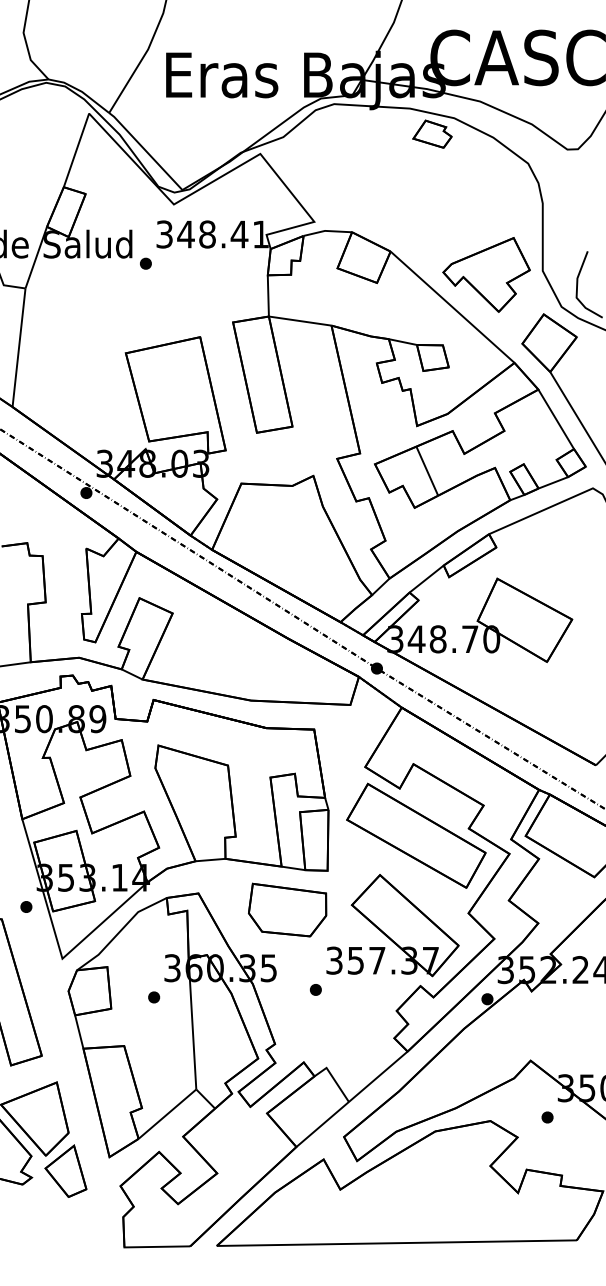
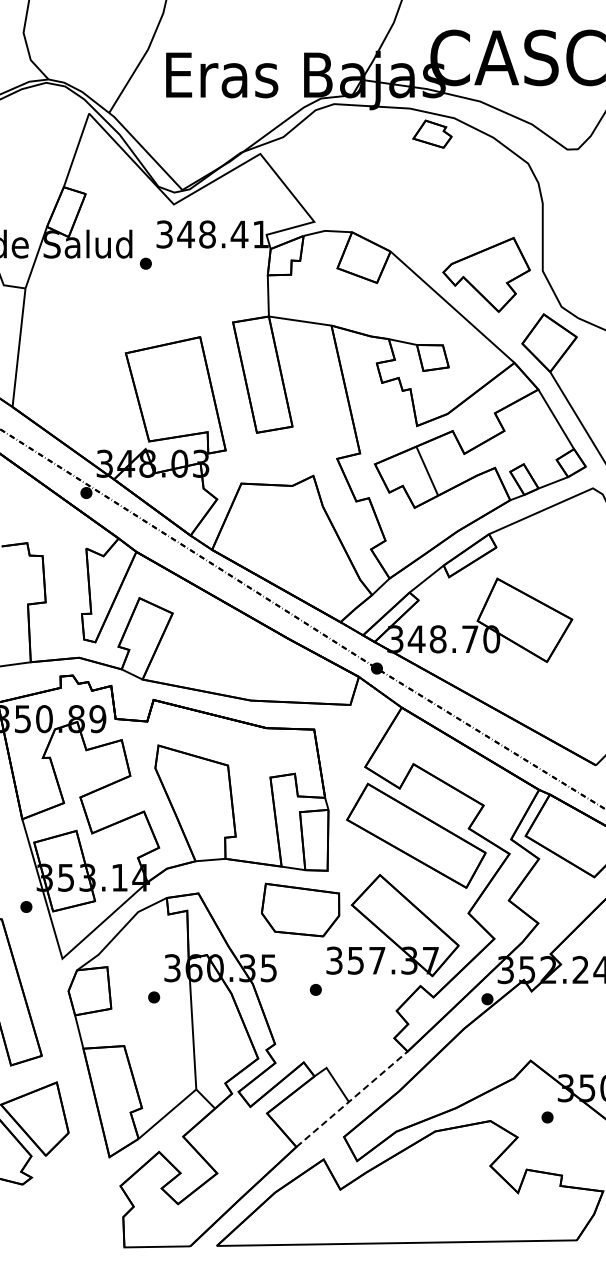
line at (578, 284): present -> none
part at (287, 909) position: (287, 909) -> (300, 909)
line at (352, 1098): solid -> dashed
part at (65, 1170): present -> none
